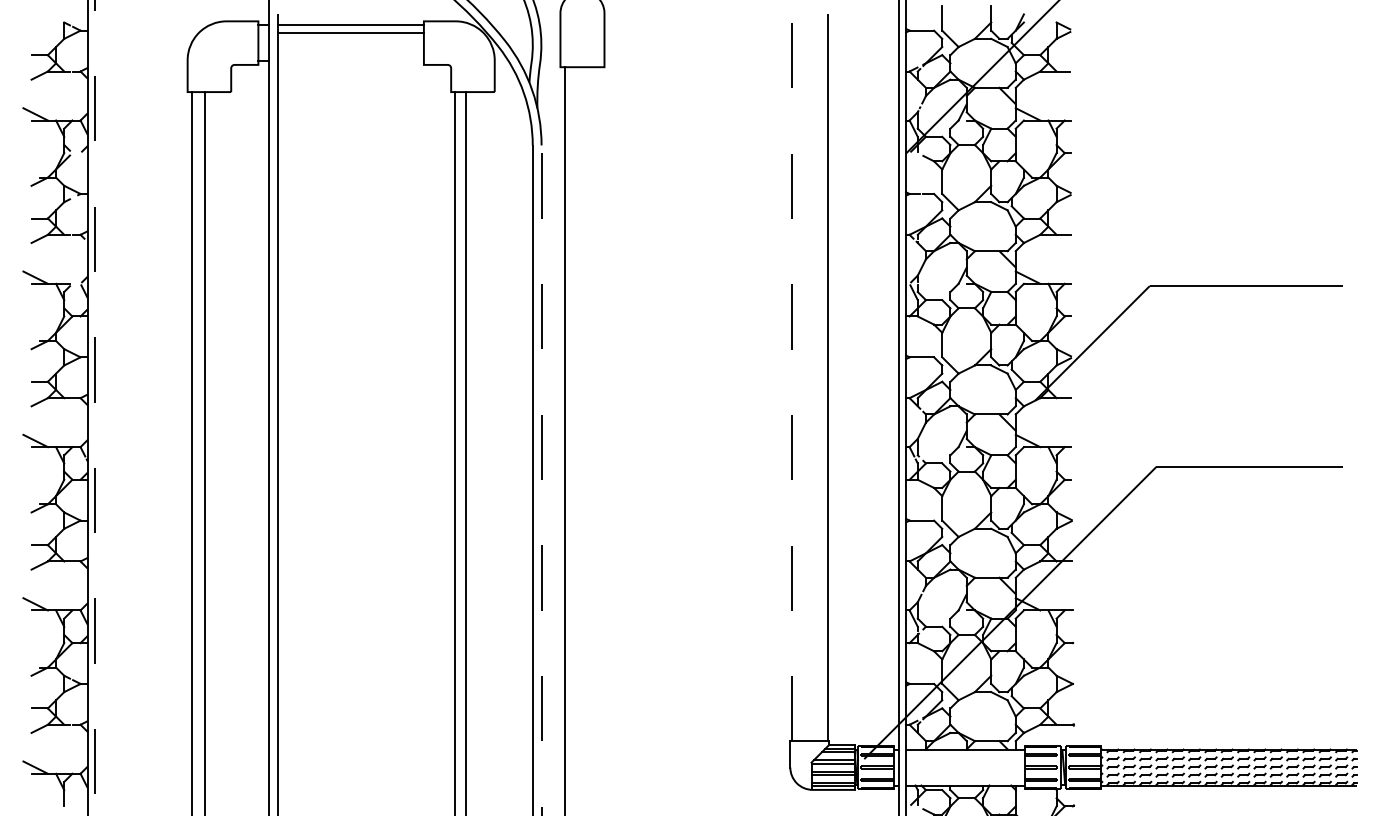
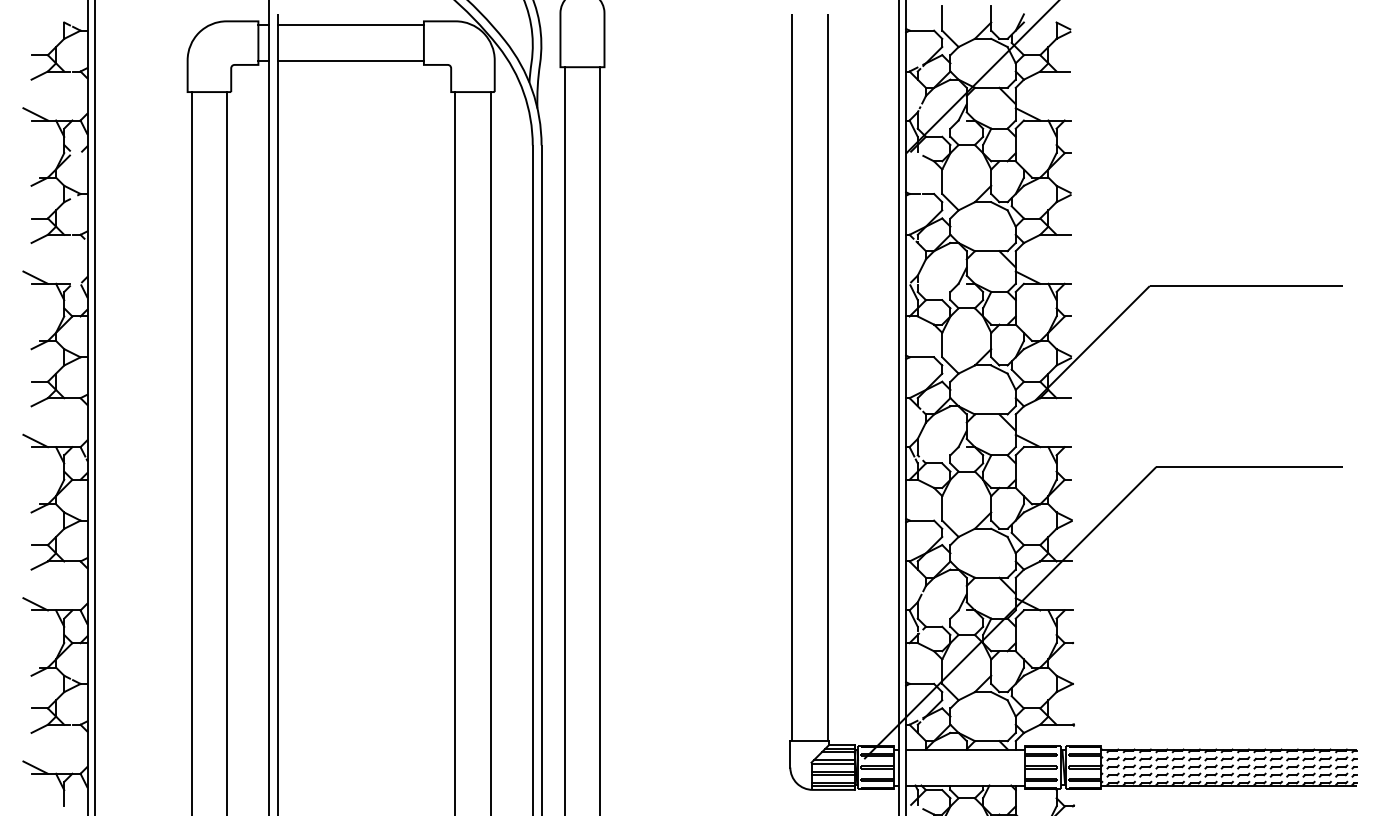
line at (350, 33) position: (350, 33) -> (350, 61)
line at (791, 377): dashed -> solid
line at (95, 408): dashed -> solid
line at (600, 439): none -> present
line at (205, 452) position: (205, 452) -> (227, 452)
line at (465, 452) position: (465, 452) -> (490, 452)
line at (541, 480): dashed -> solid
